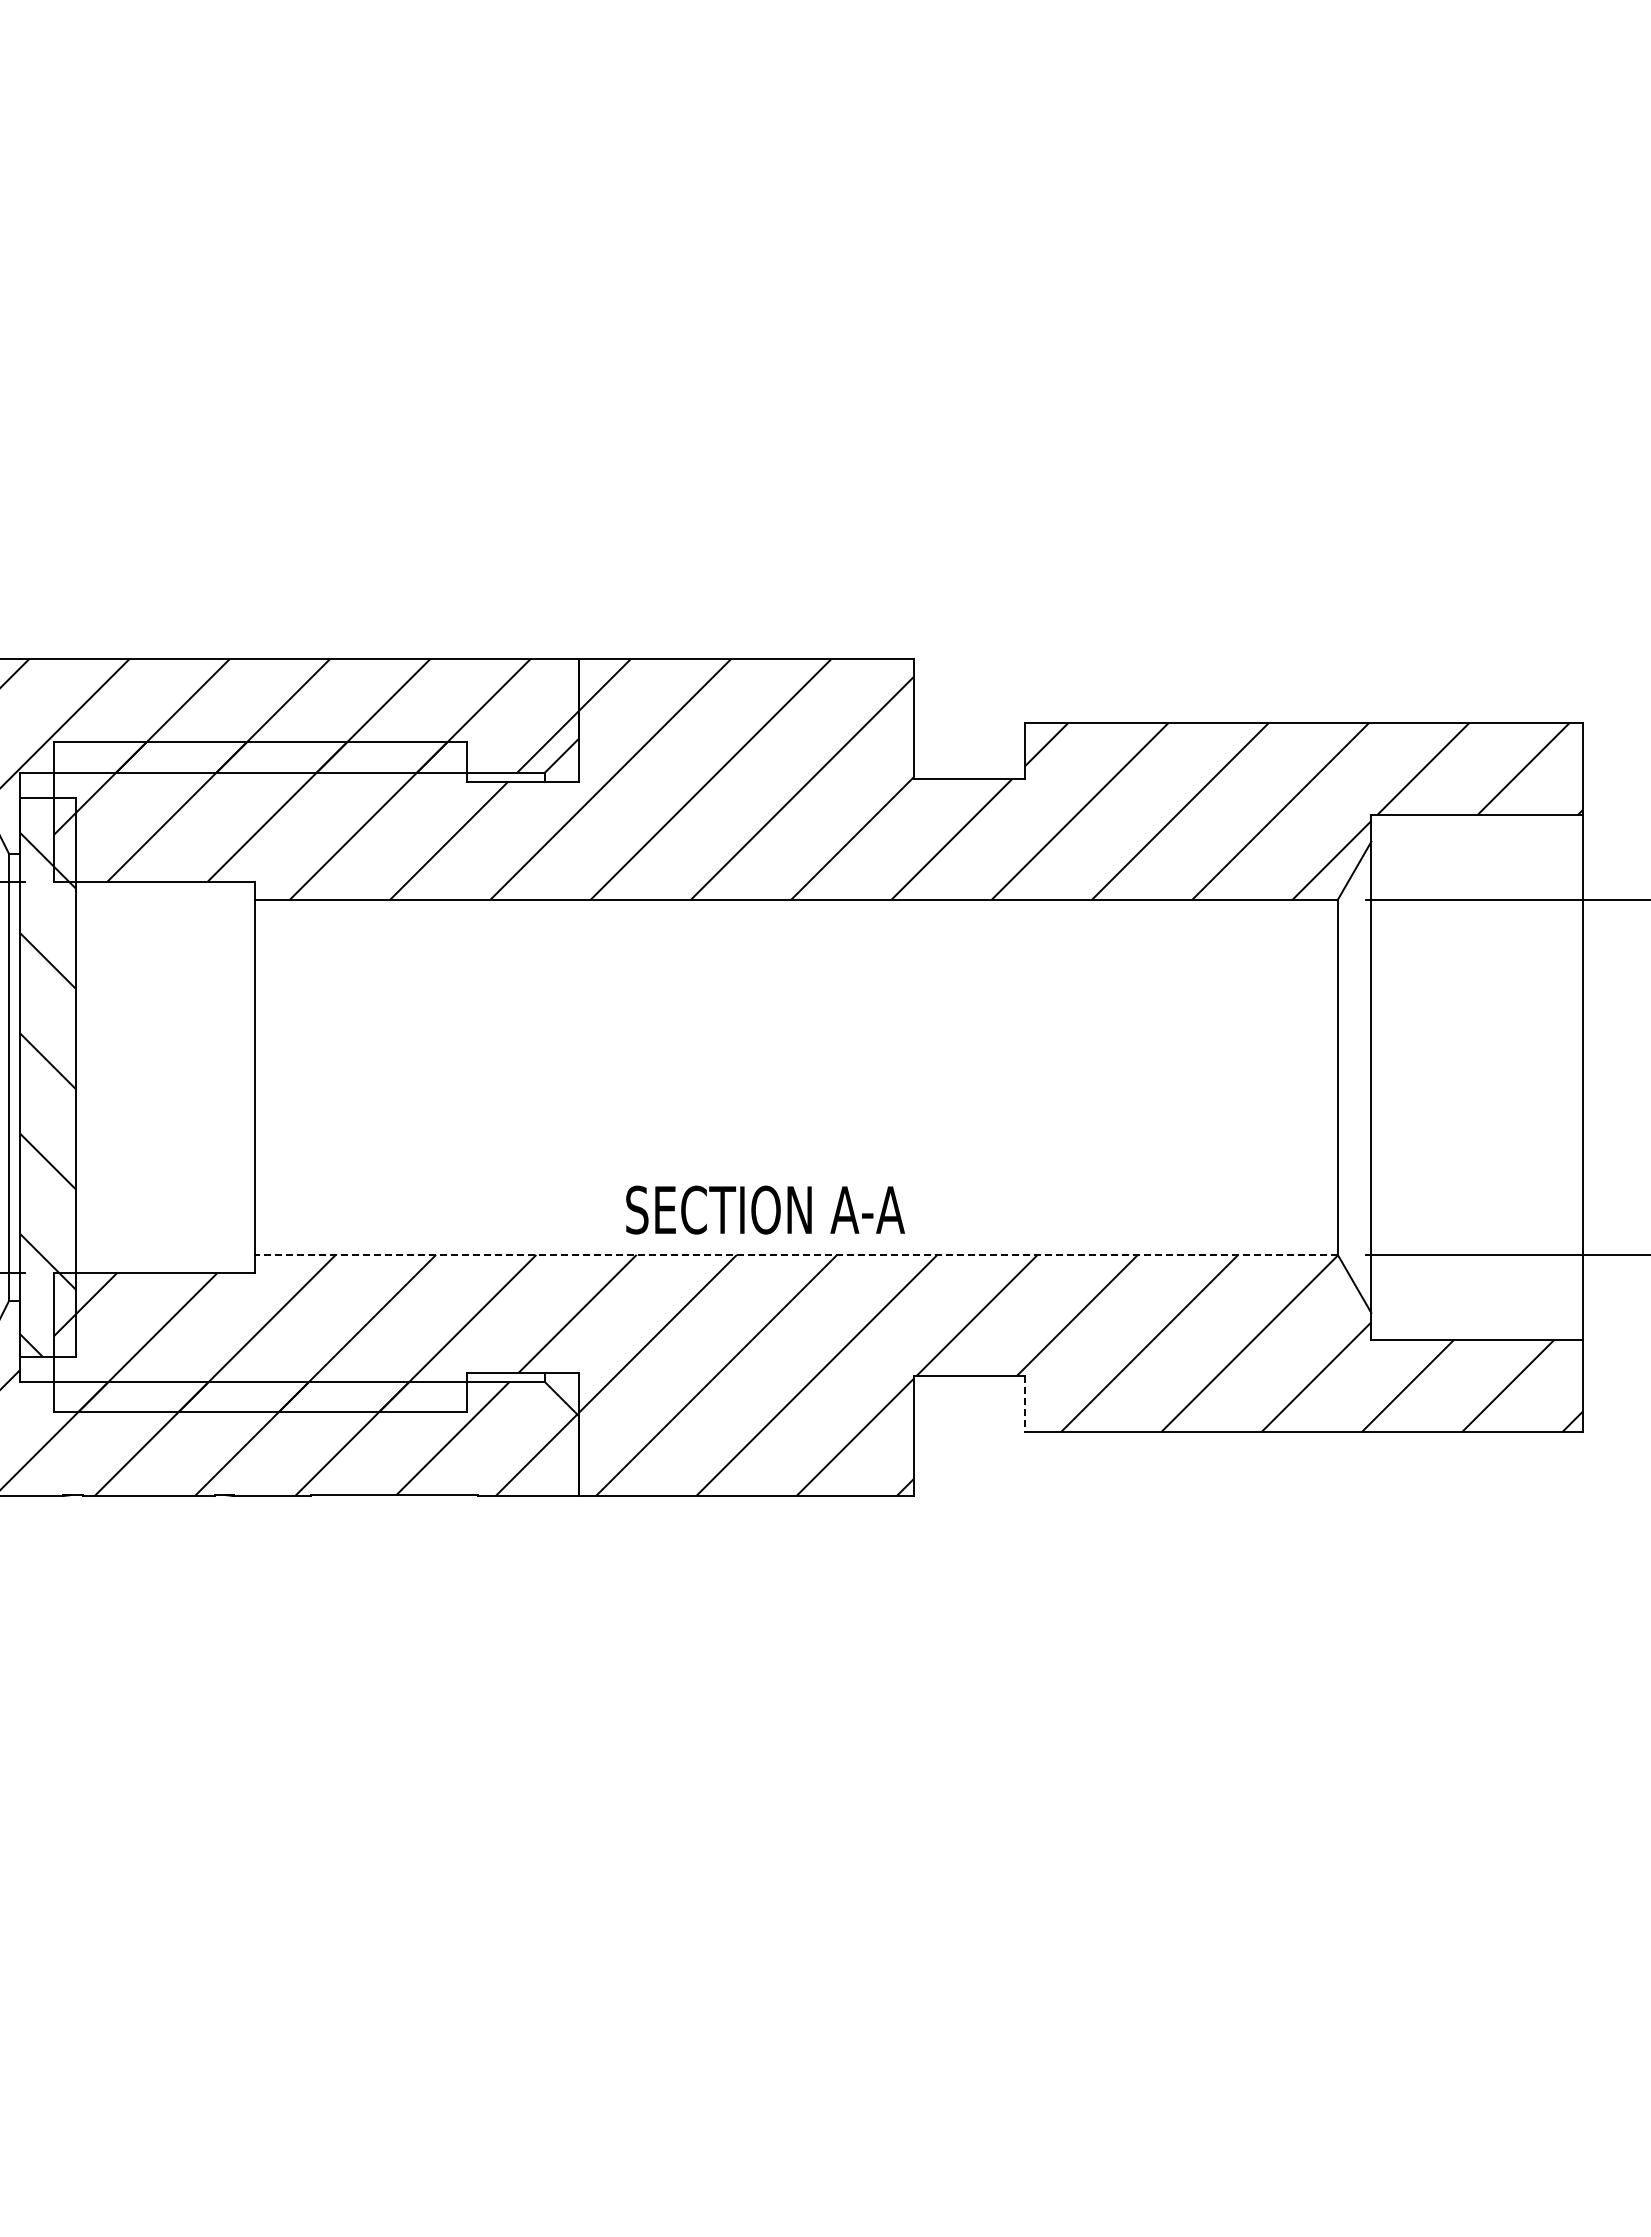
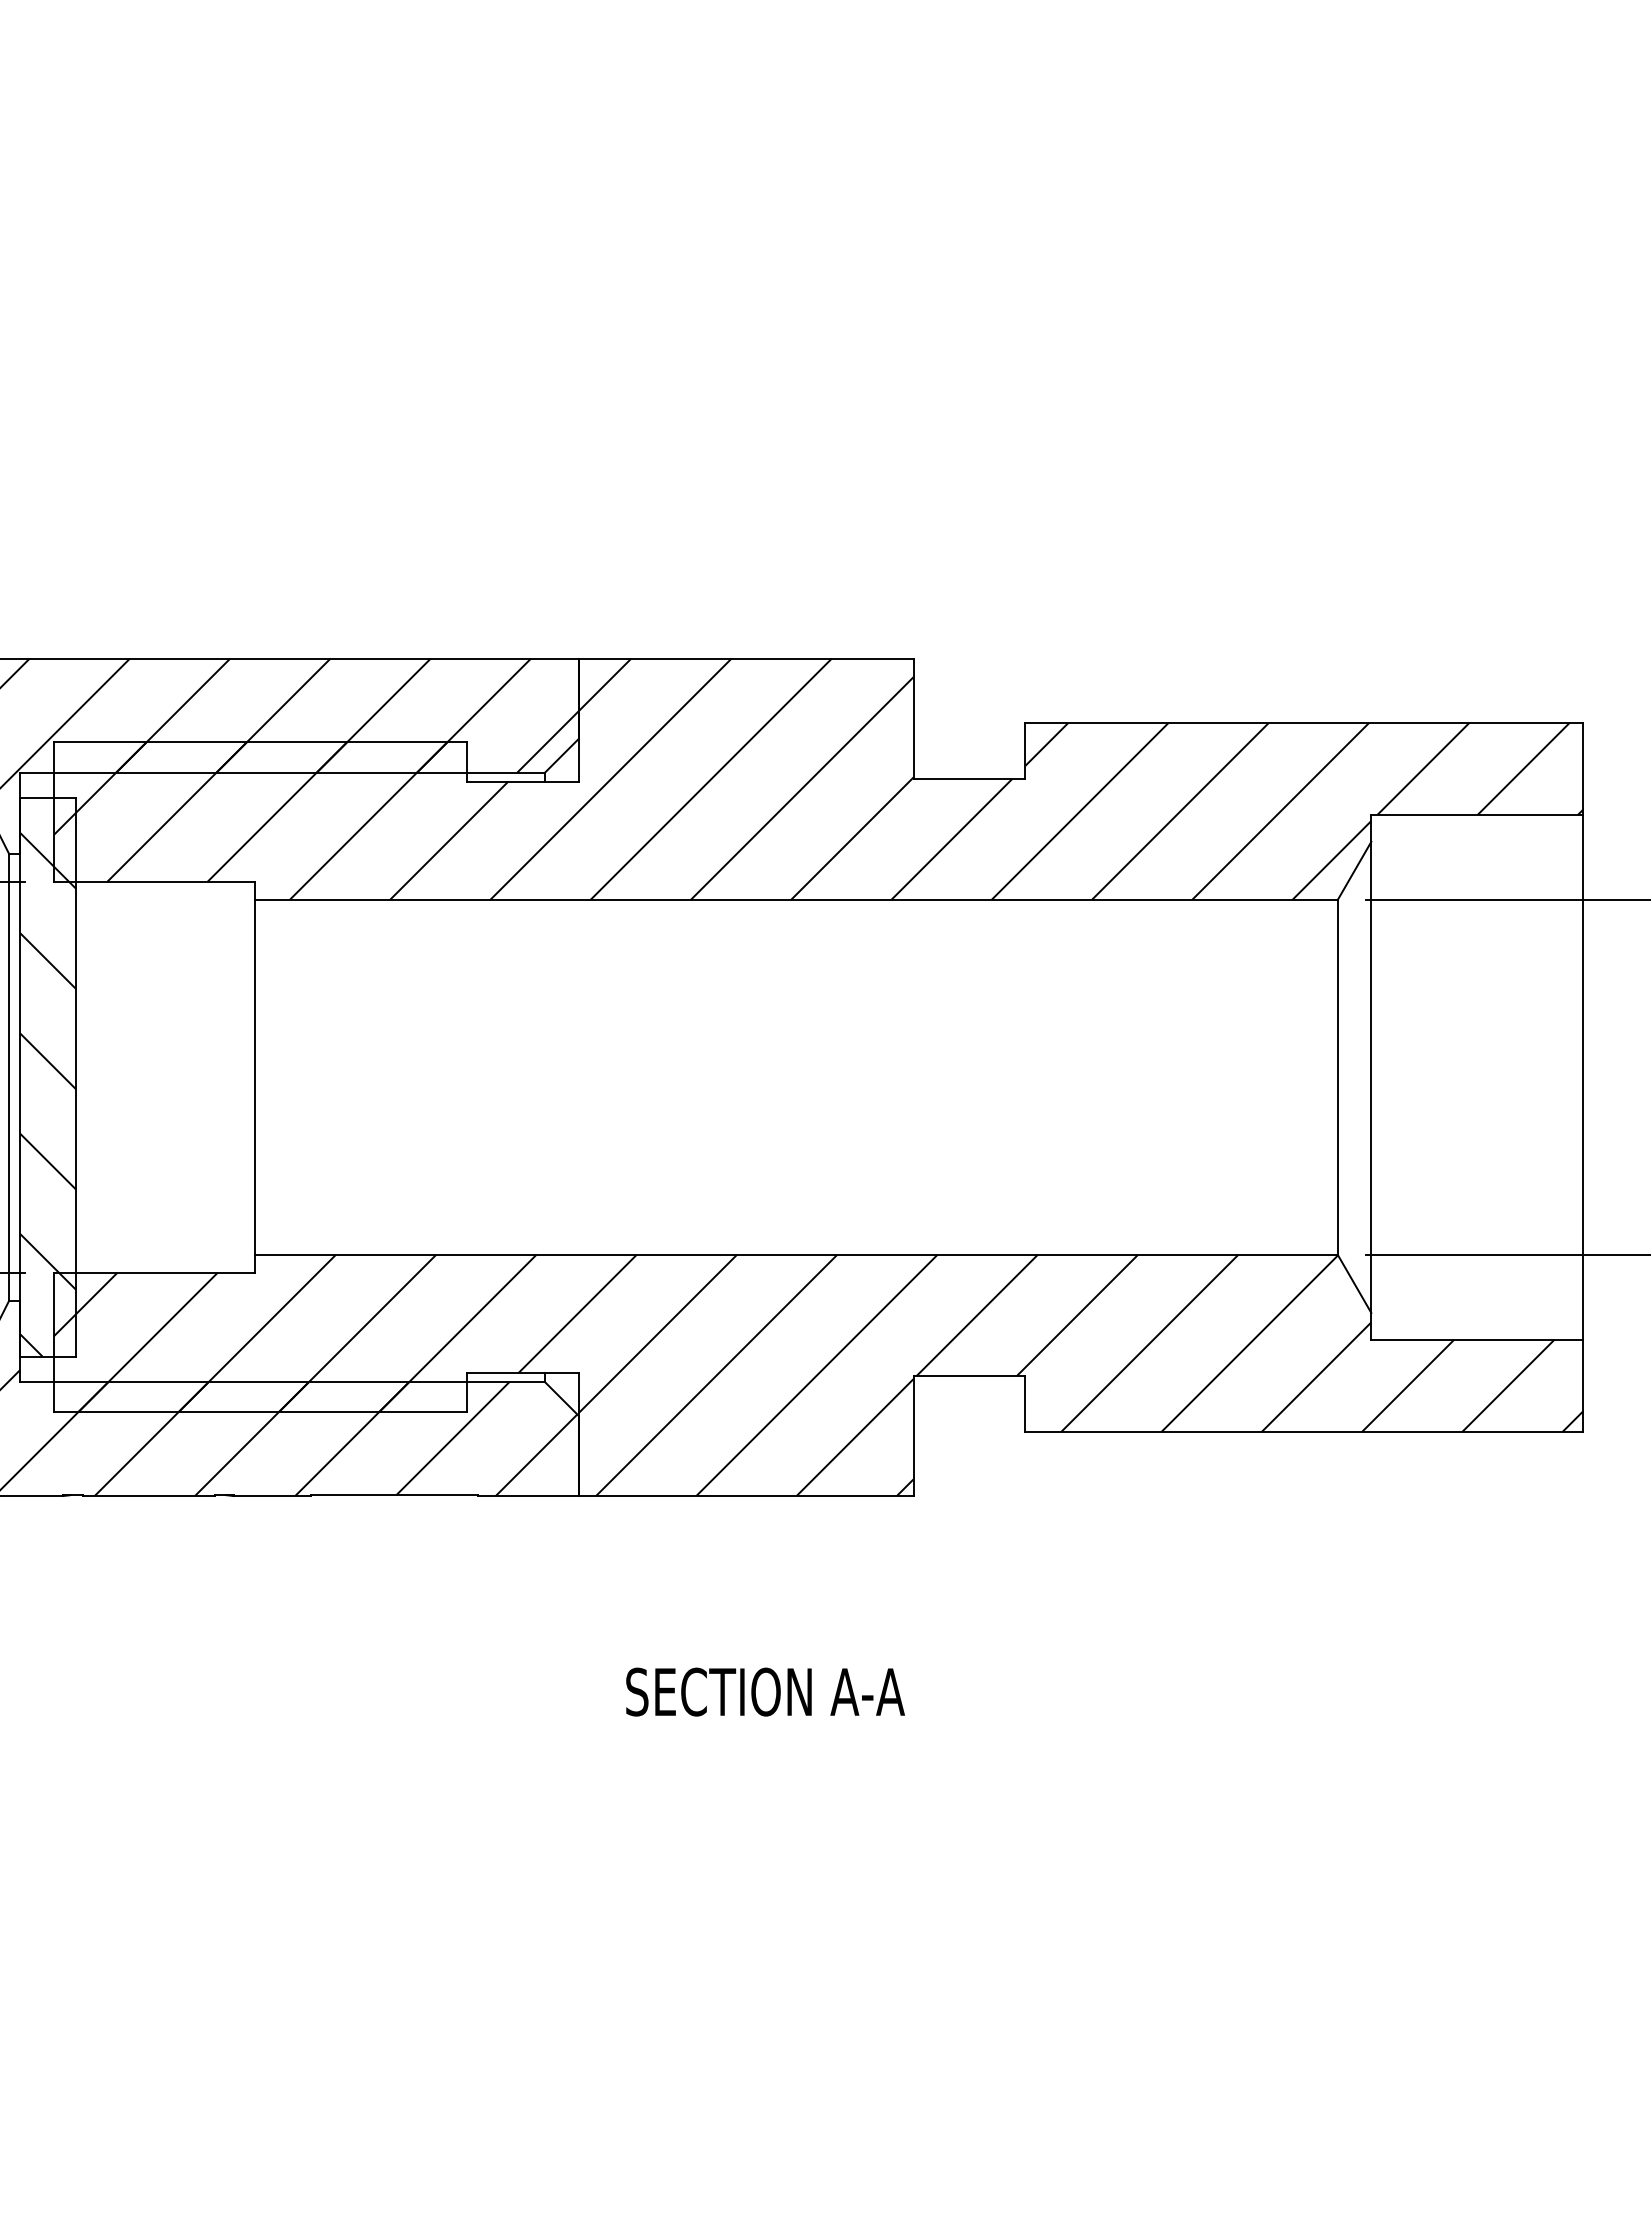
text at (765, 1209) position: (765, 1209) -> (765, 1691)
line at (796, 1254): dashed -> solid
line at (1025, 1404): dashed -> solid
